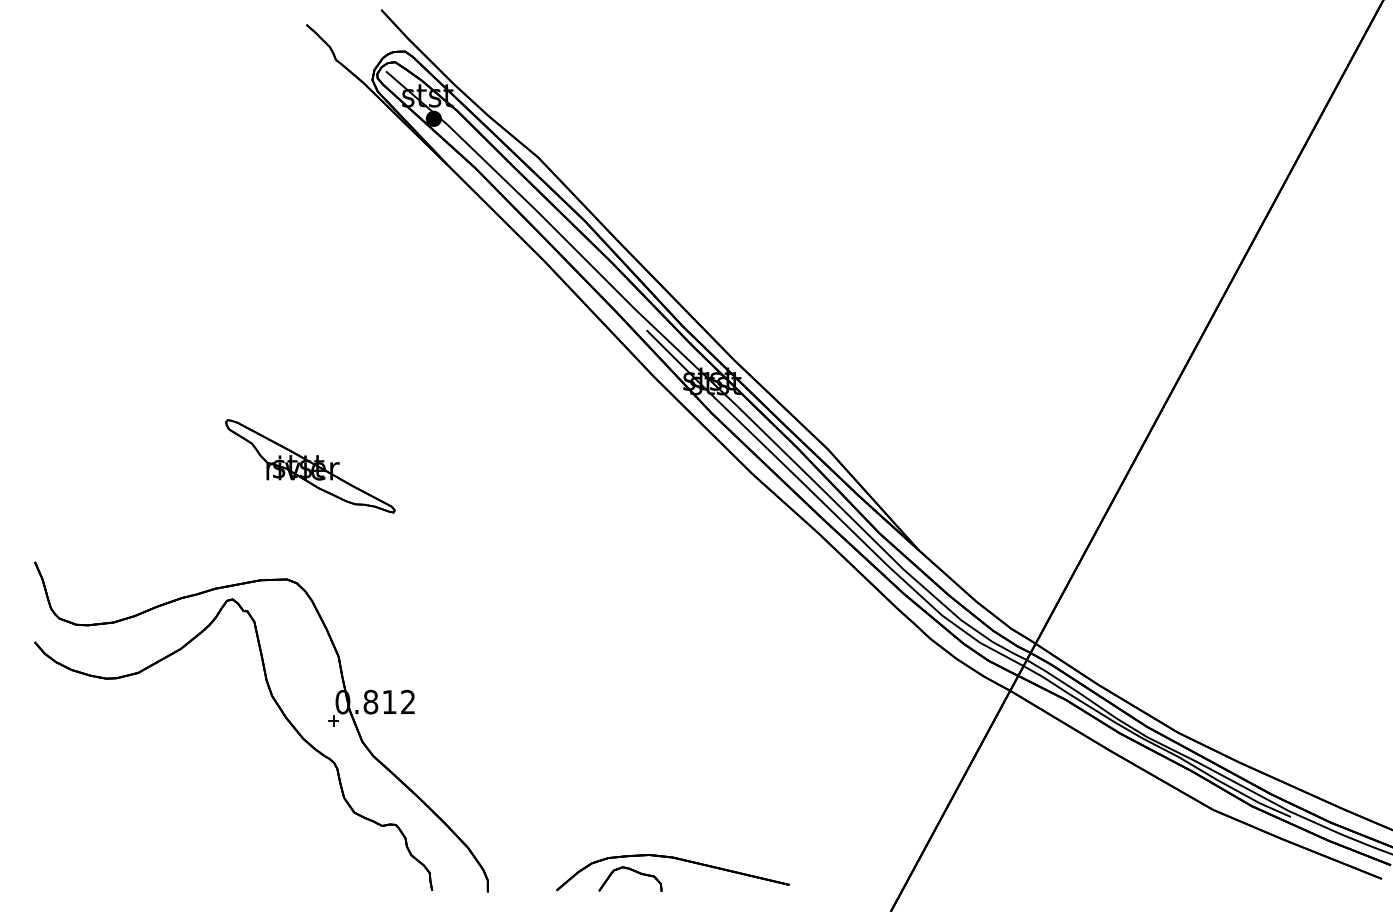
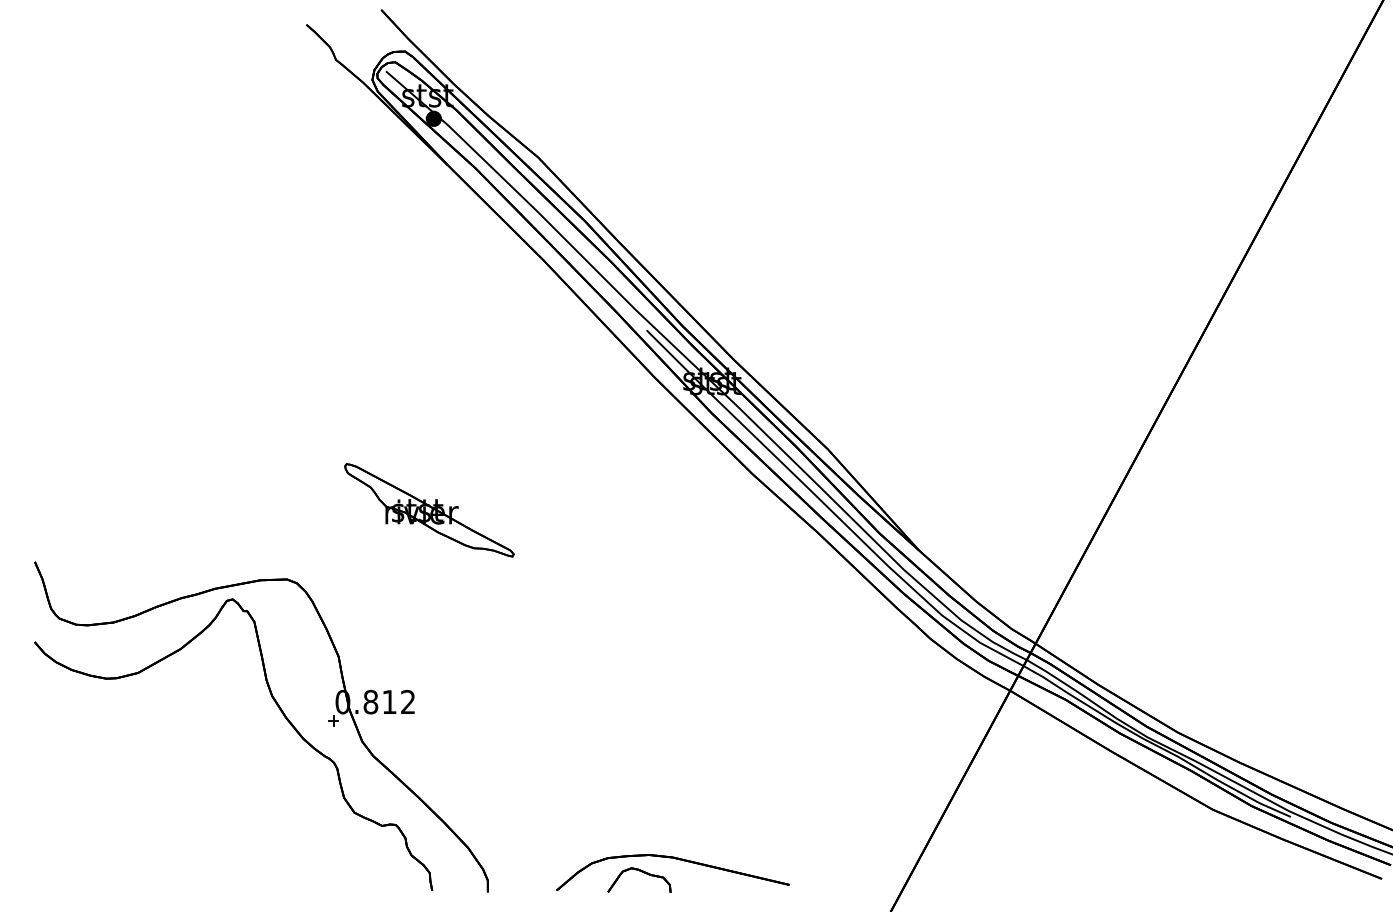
part at (310, 466) position: (310, 466) -> (429, 510)
part at (632, 871) position: (632, 871) -> (641, 872)
